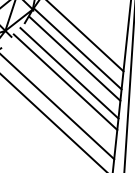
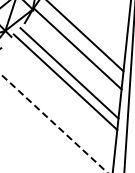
line at (74, 58): present -> none
line at (58, 107): present -> none
line at (53, 122): solid -> dashed
